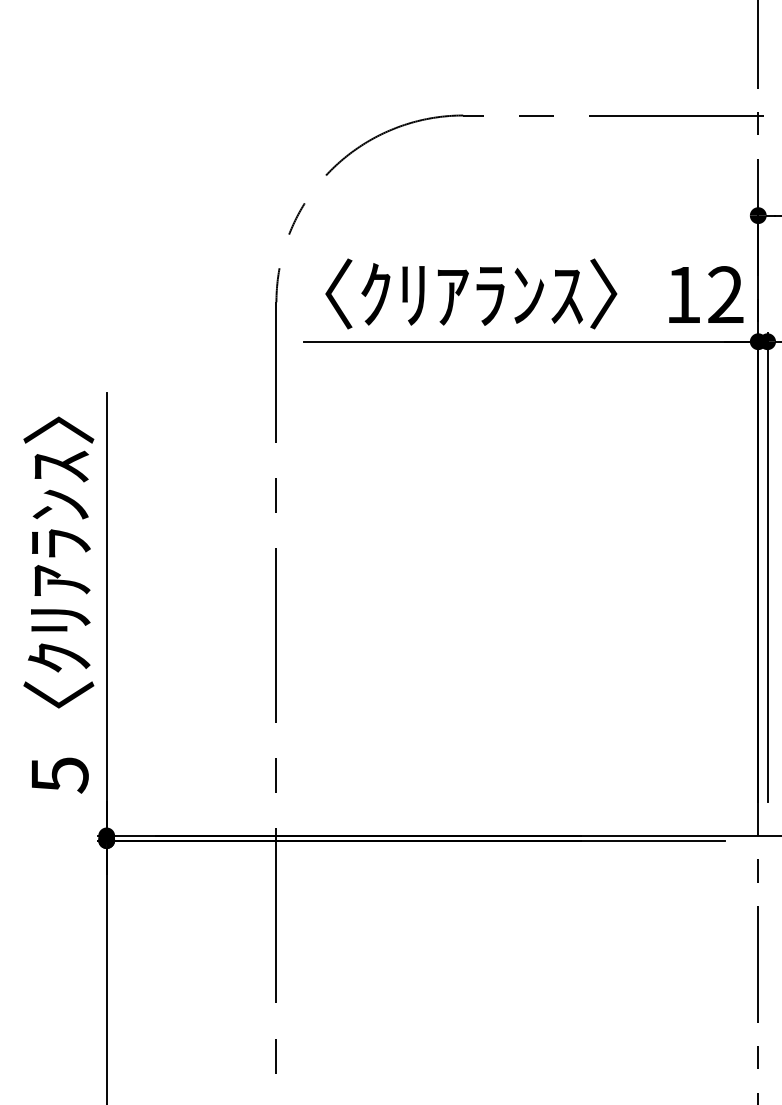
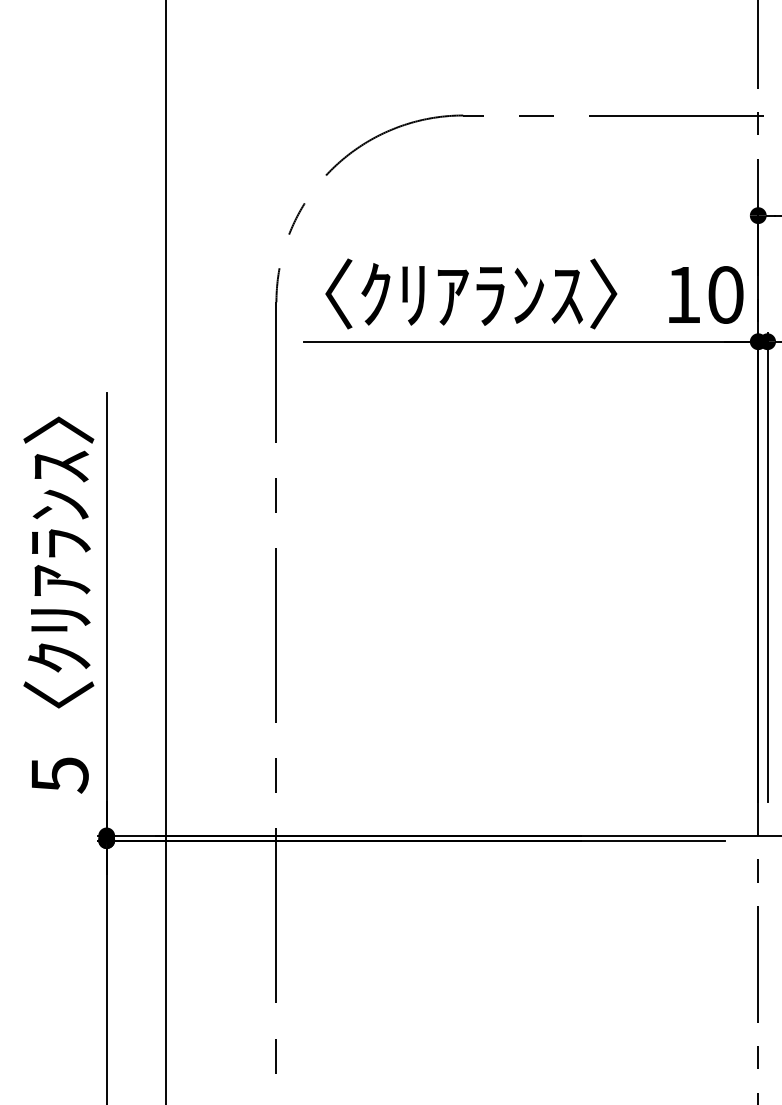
text at (725, 294): 12 -> 10
line at (166, 551): none -> present
